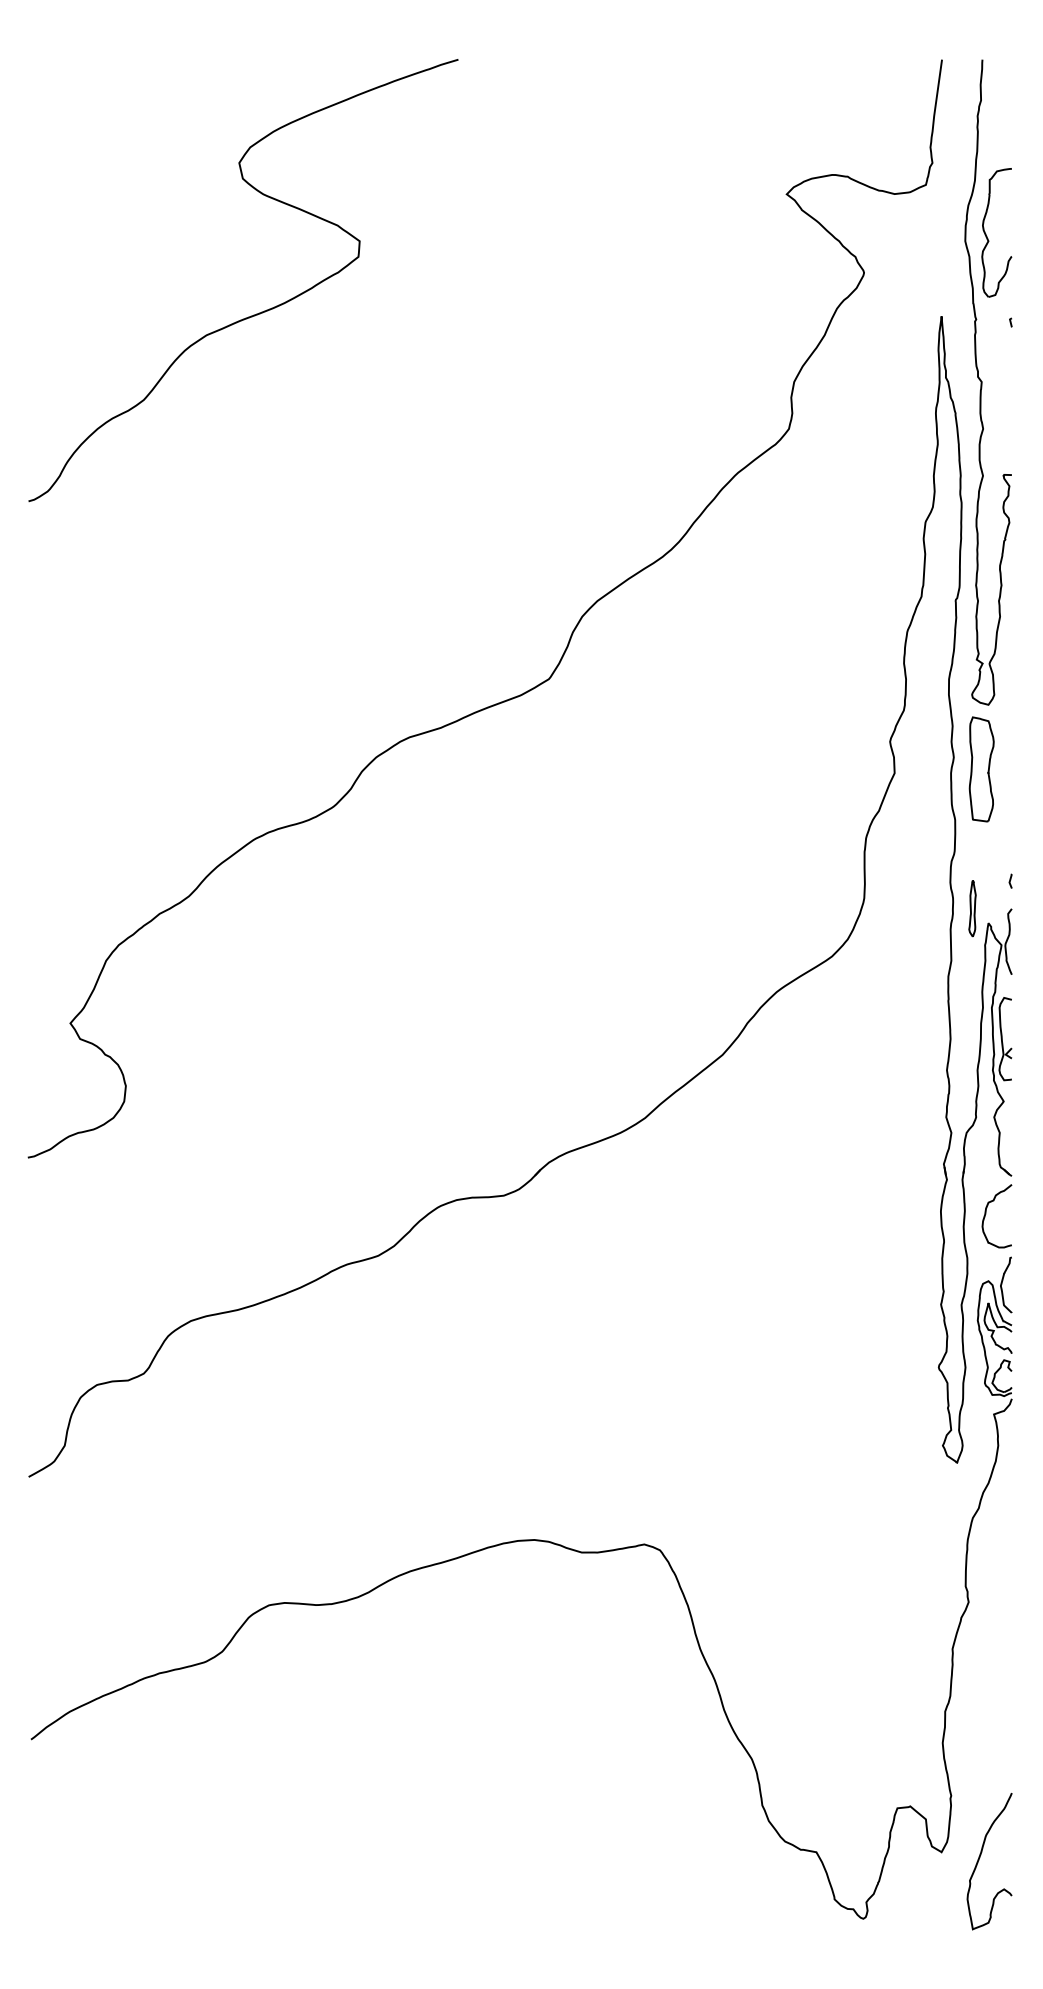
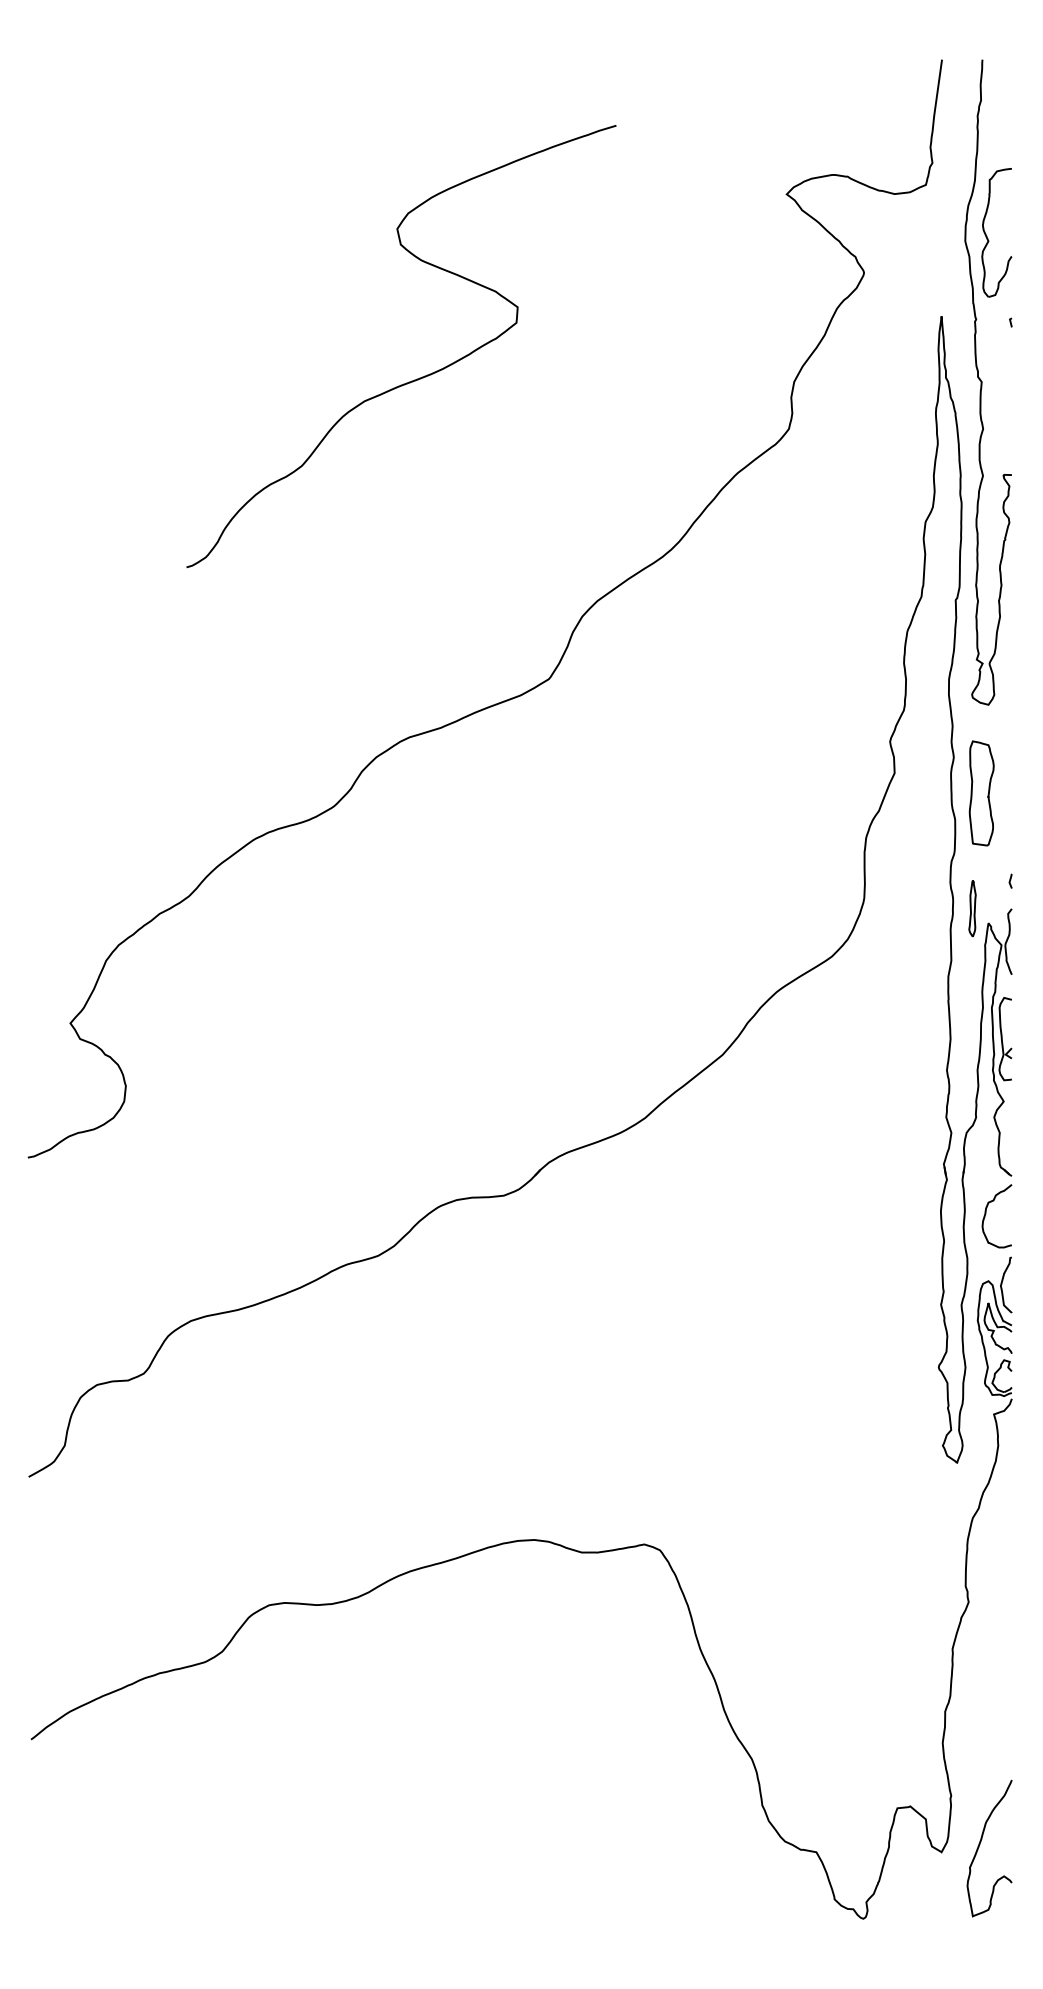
curve at (253, 314) position: (253, 314) -> (411, 380)
part at (981, 769) position: (981, 769) -> (981, 793)
curve at (980, 1857) position: (980, 1857) -> (980, 1844)
